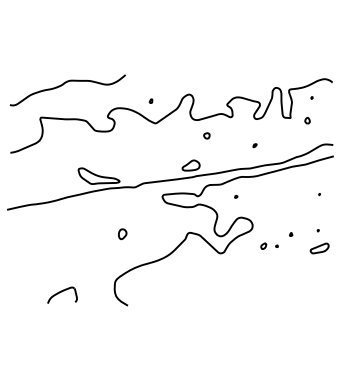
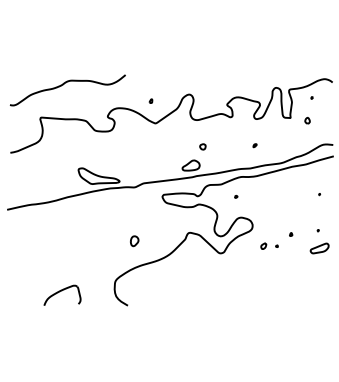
part at (206, 135) position: (206, 135) -> (202, 146)
part at (122, 234) position: (122, 234) -> (134, 241)
part at (62, 294) size: 31x18 px -> 39x22 px
